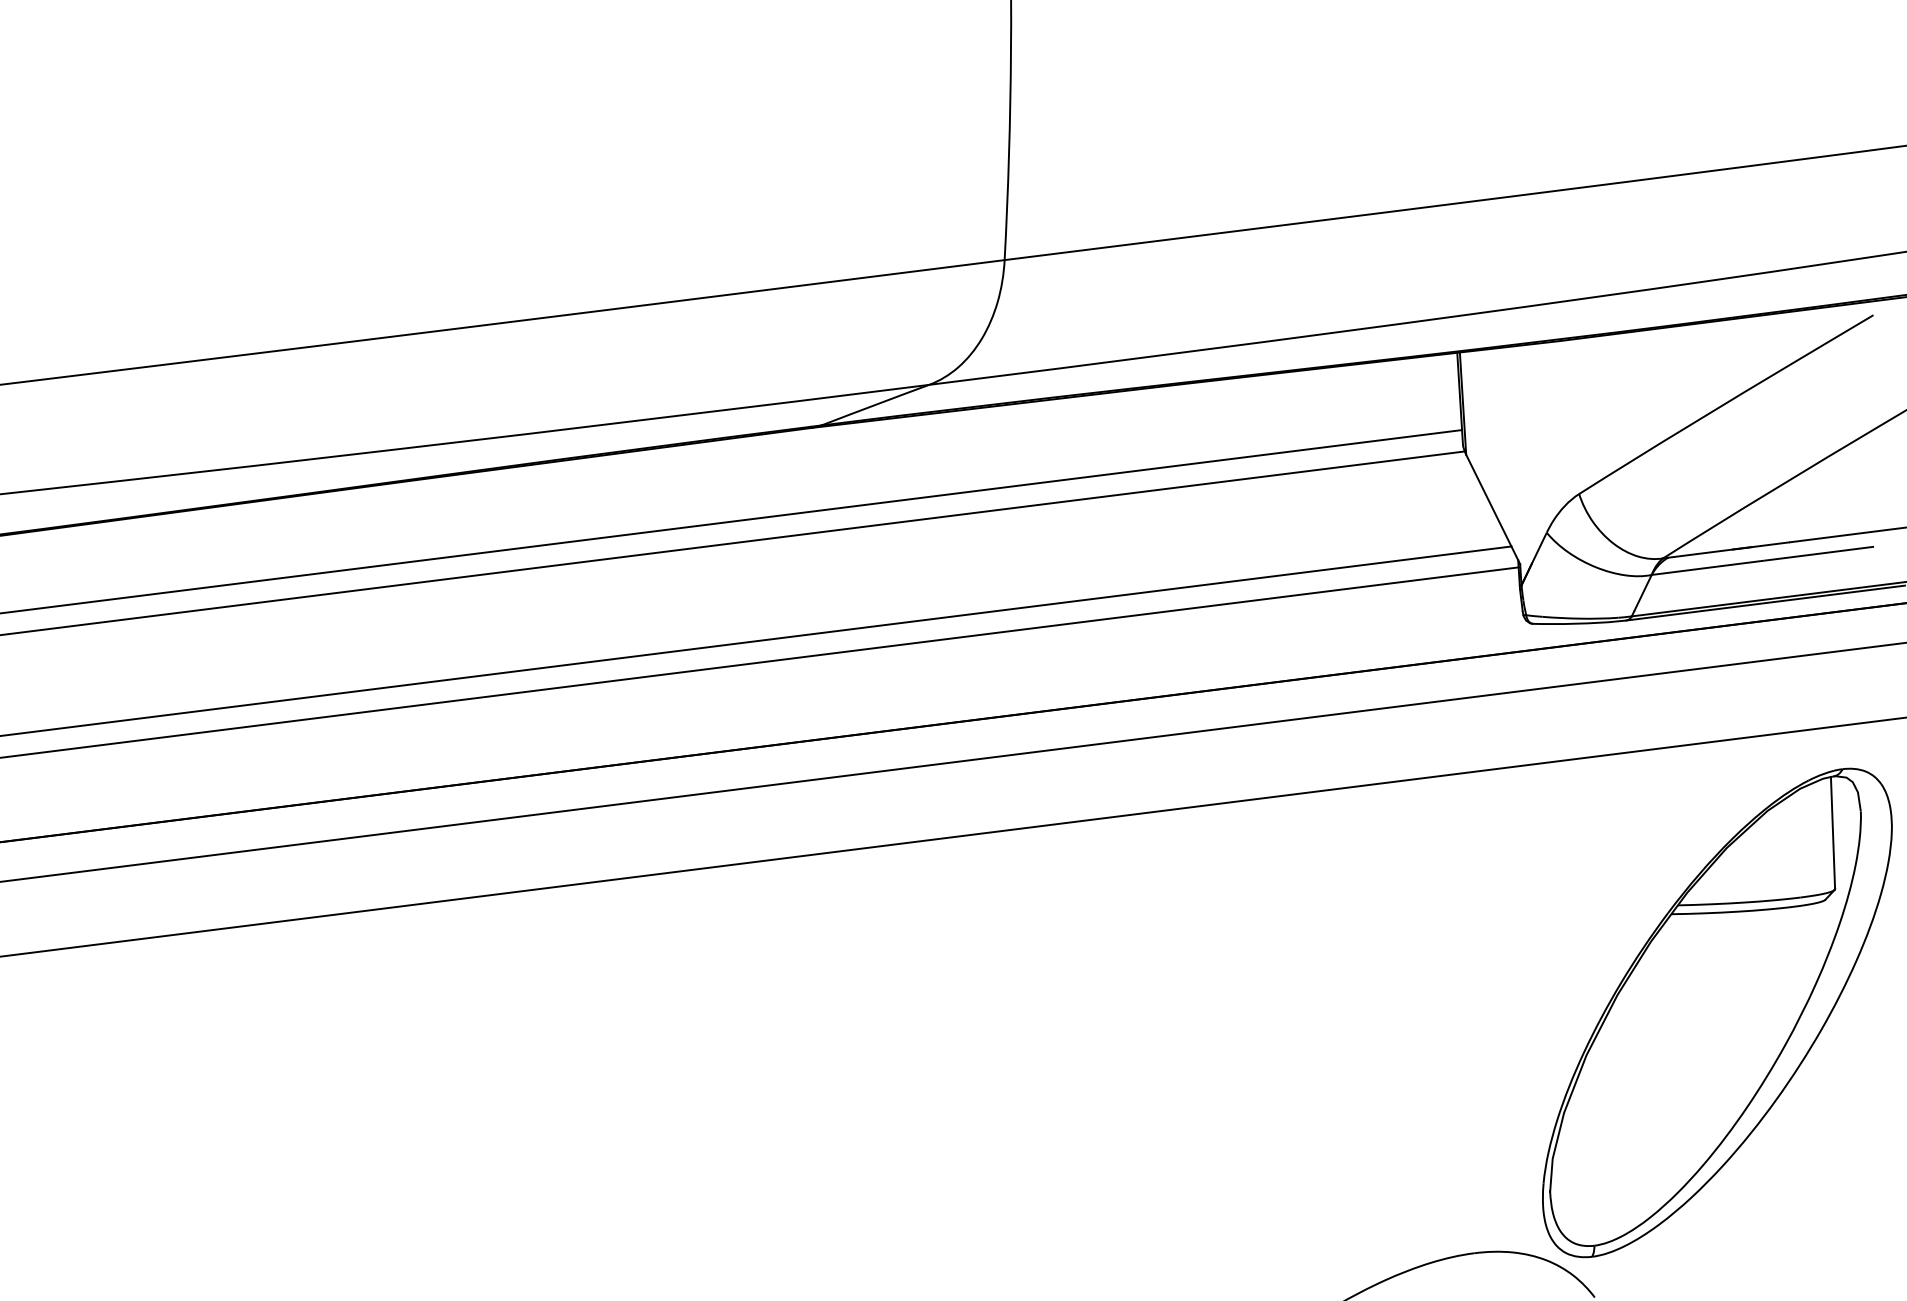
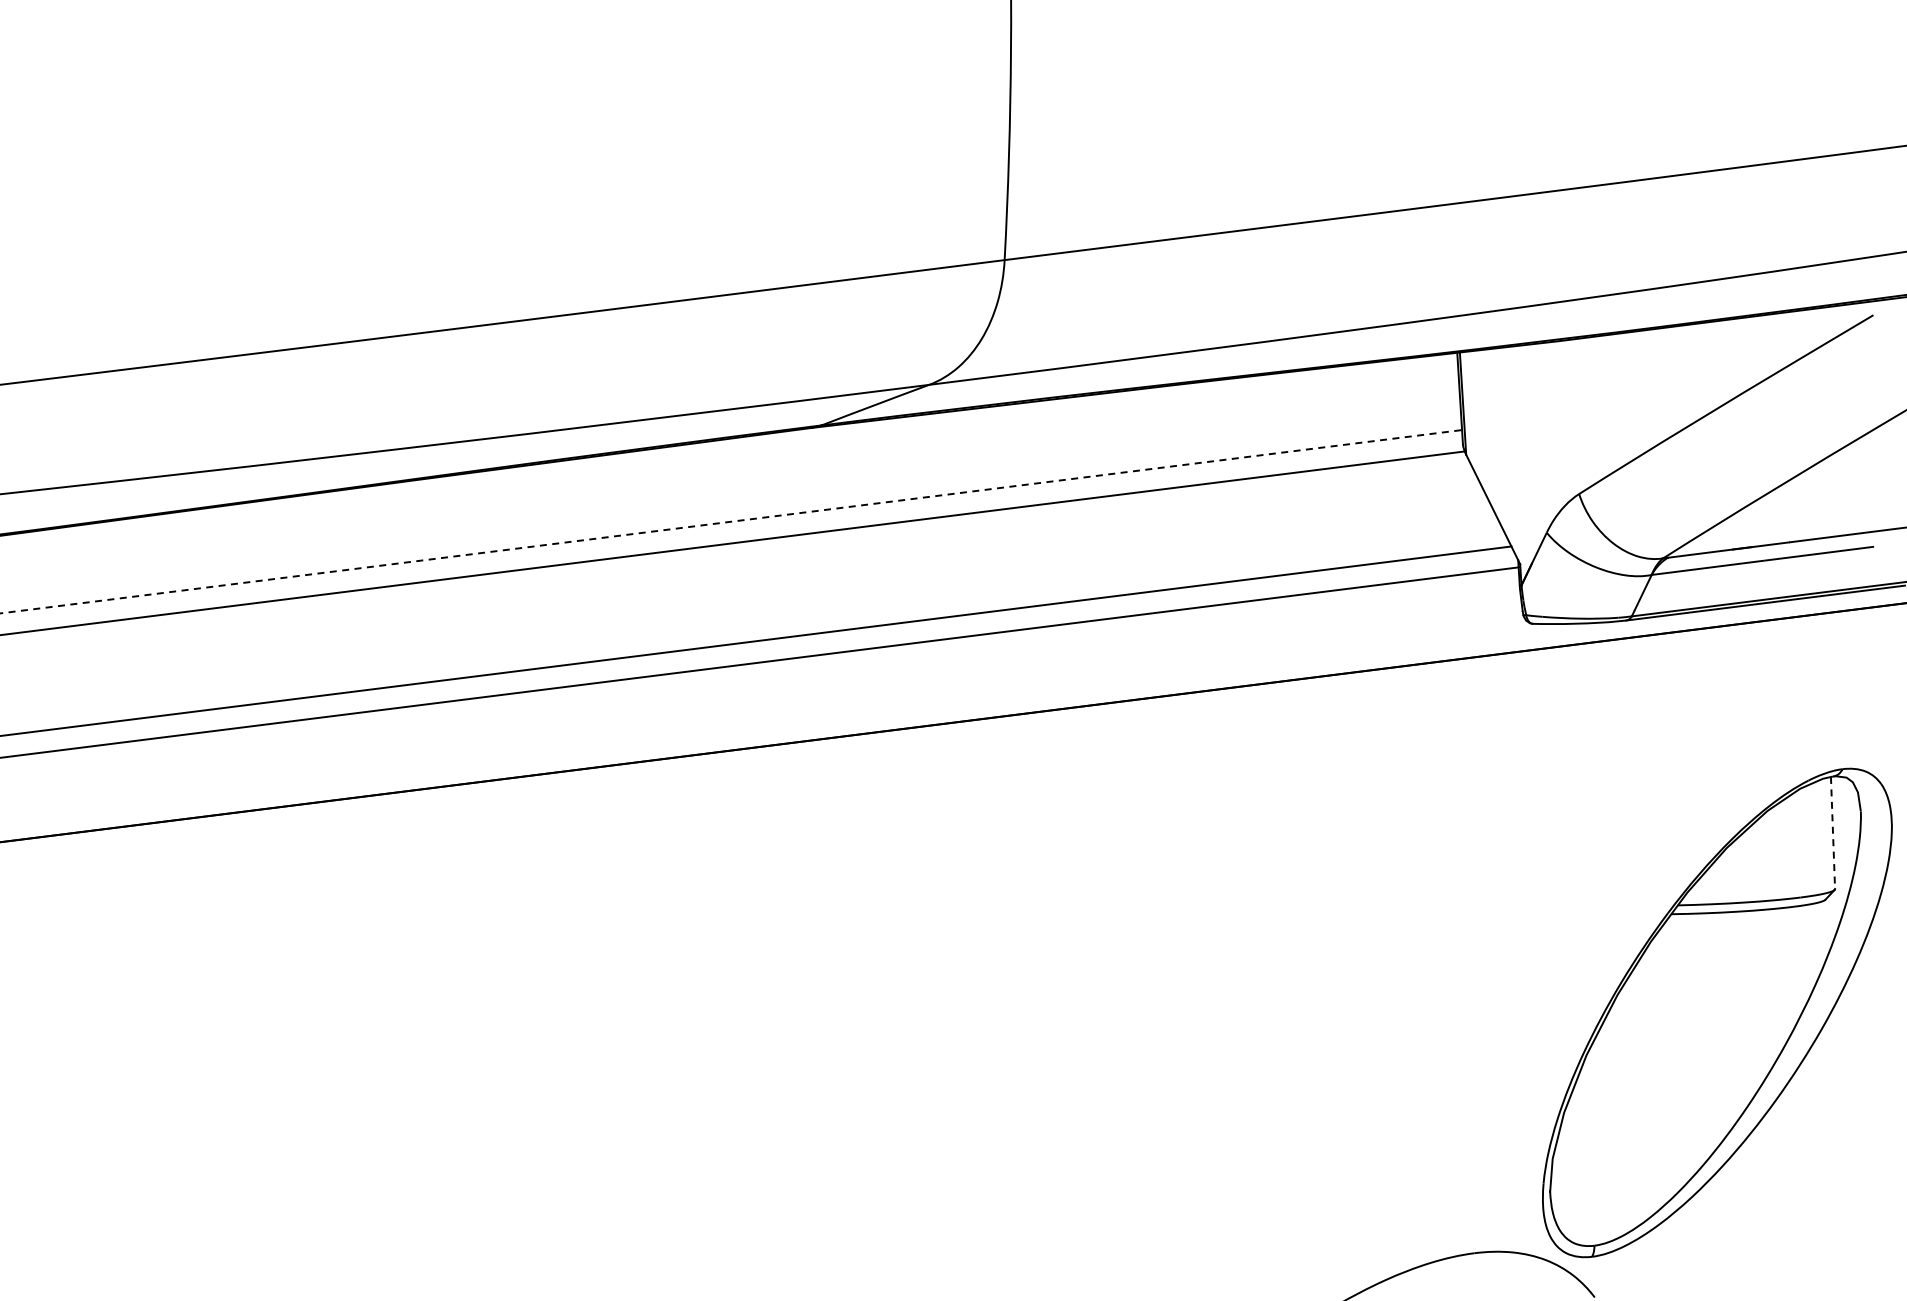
line at (730, 521): solid -> dashed
line at (952, 762): present -> none
line at (1833, 833): solid -> dashed
line at (952, 836): present -> none
